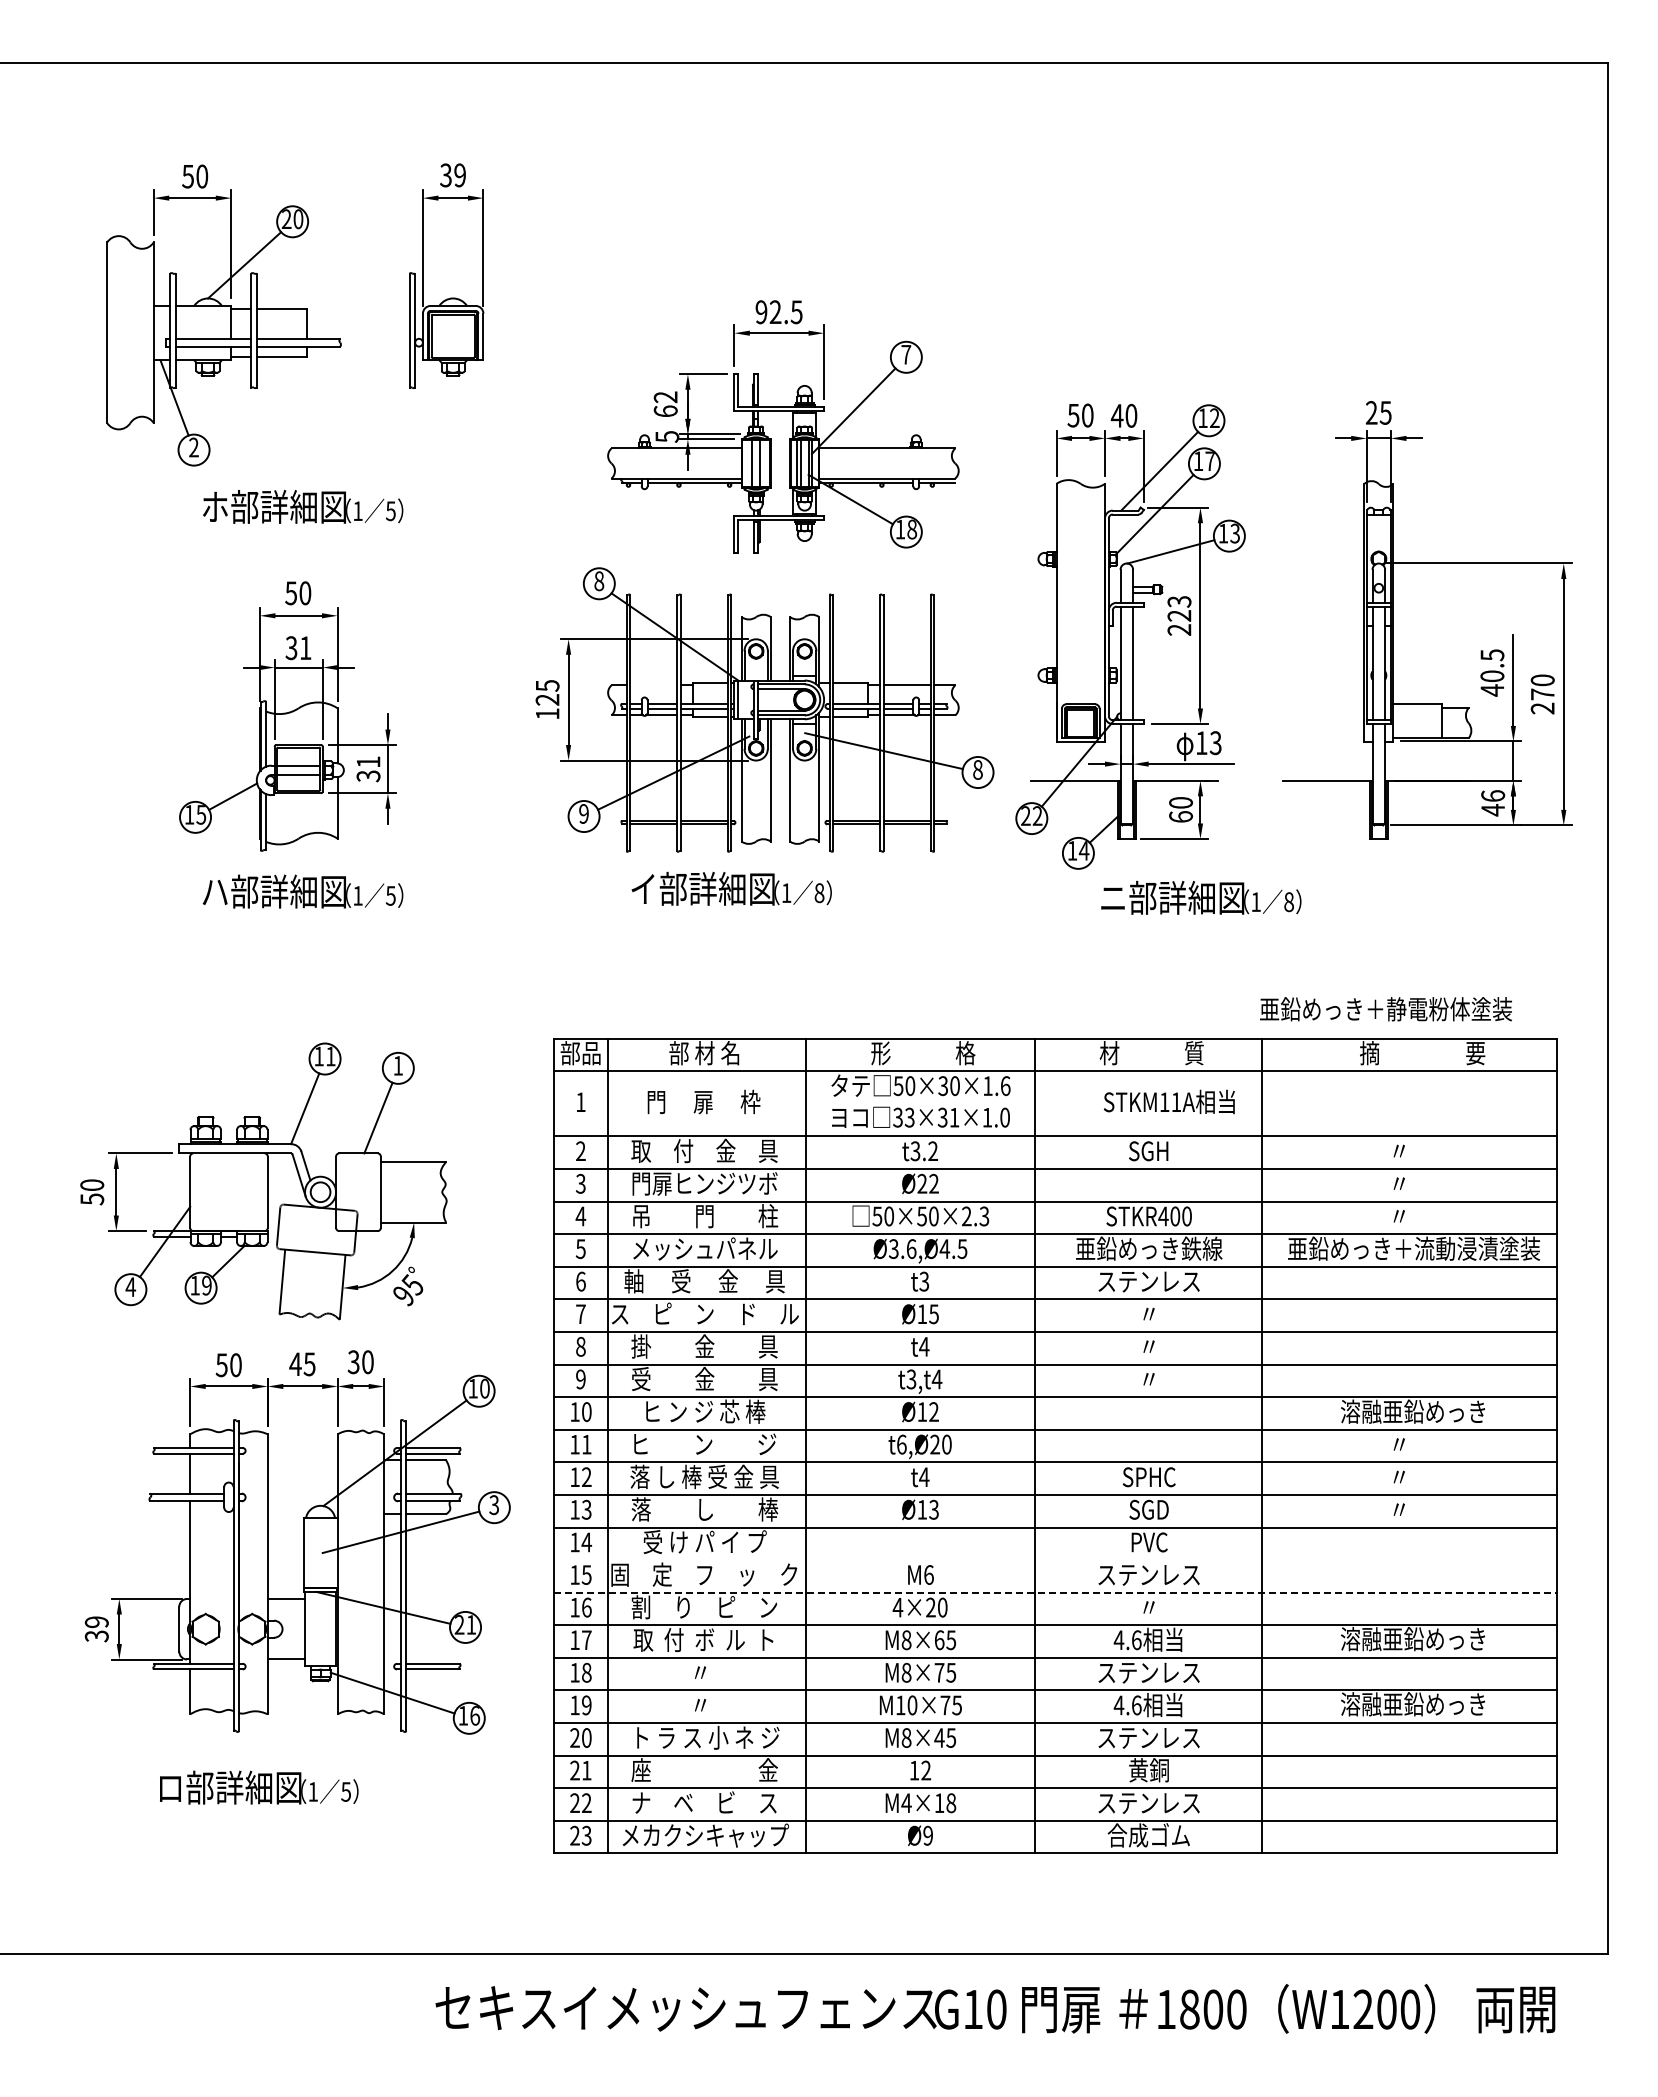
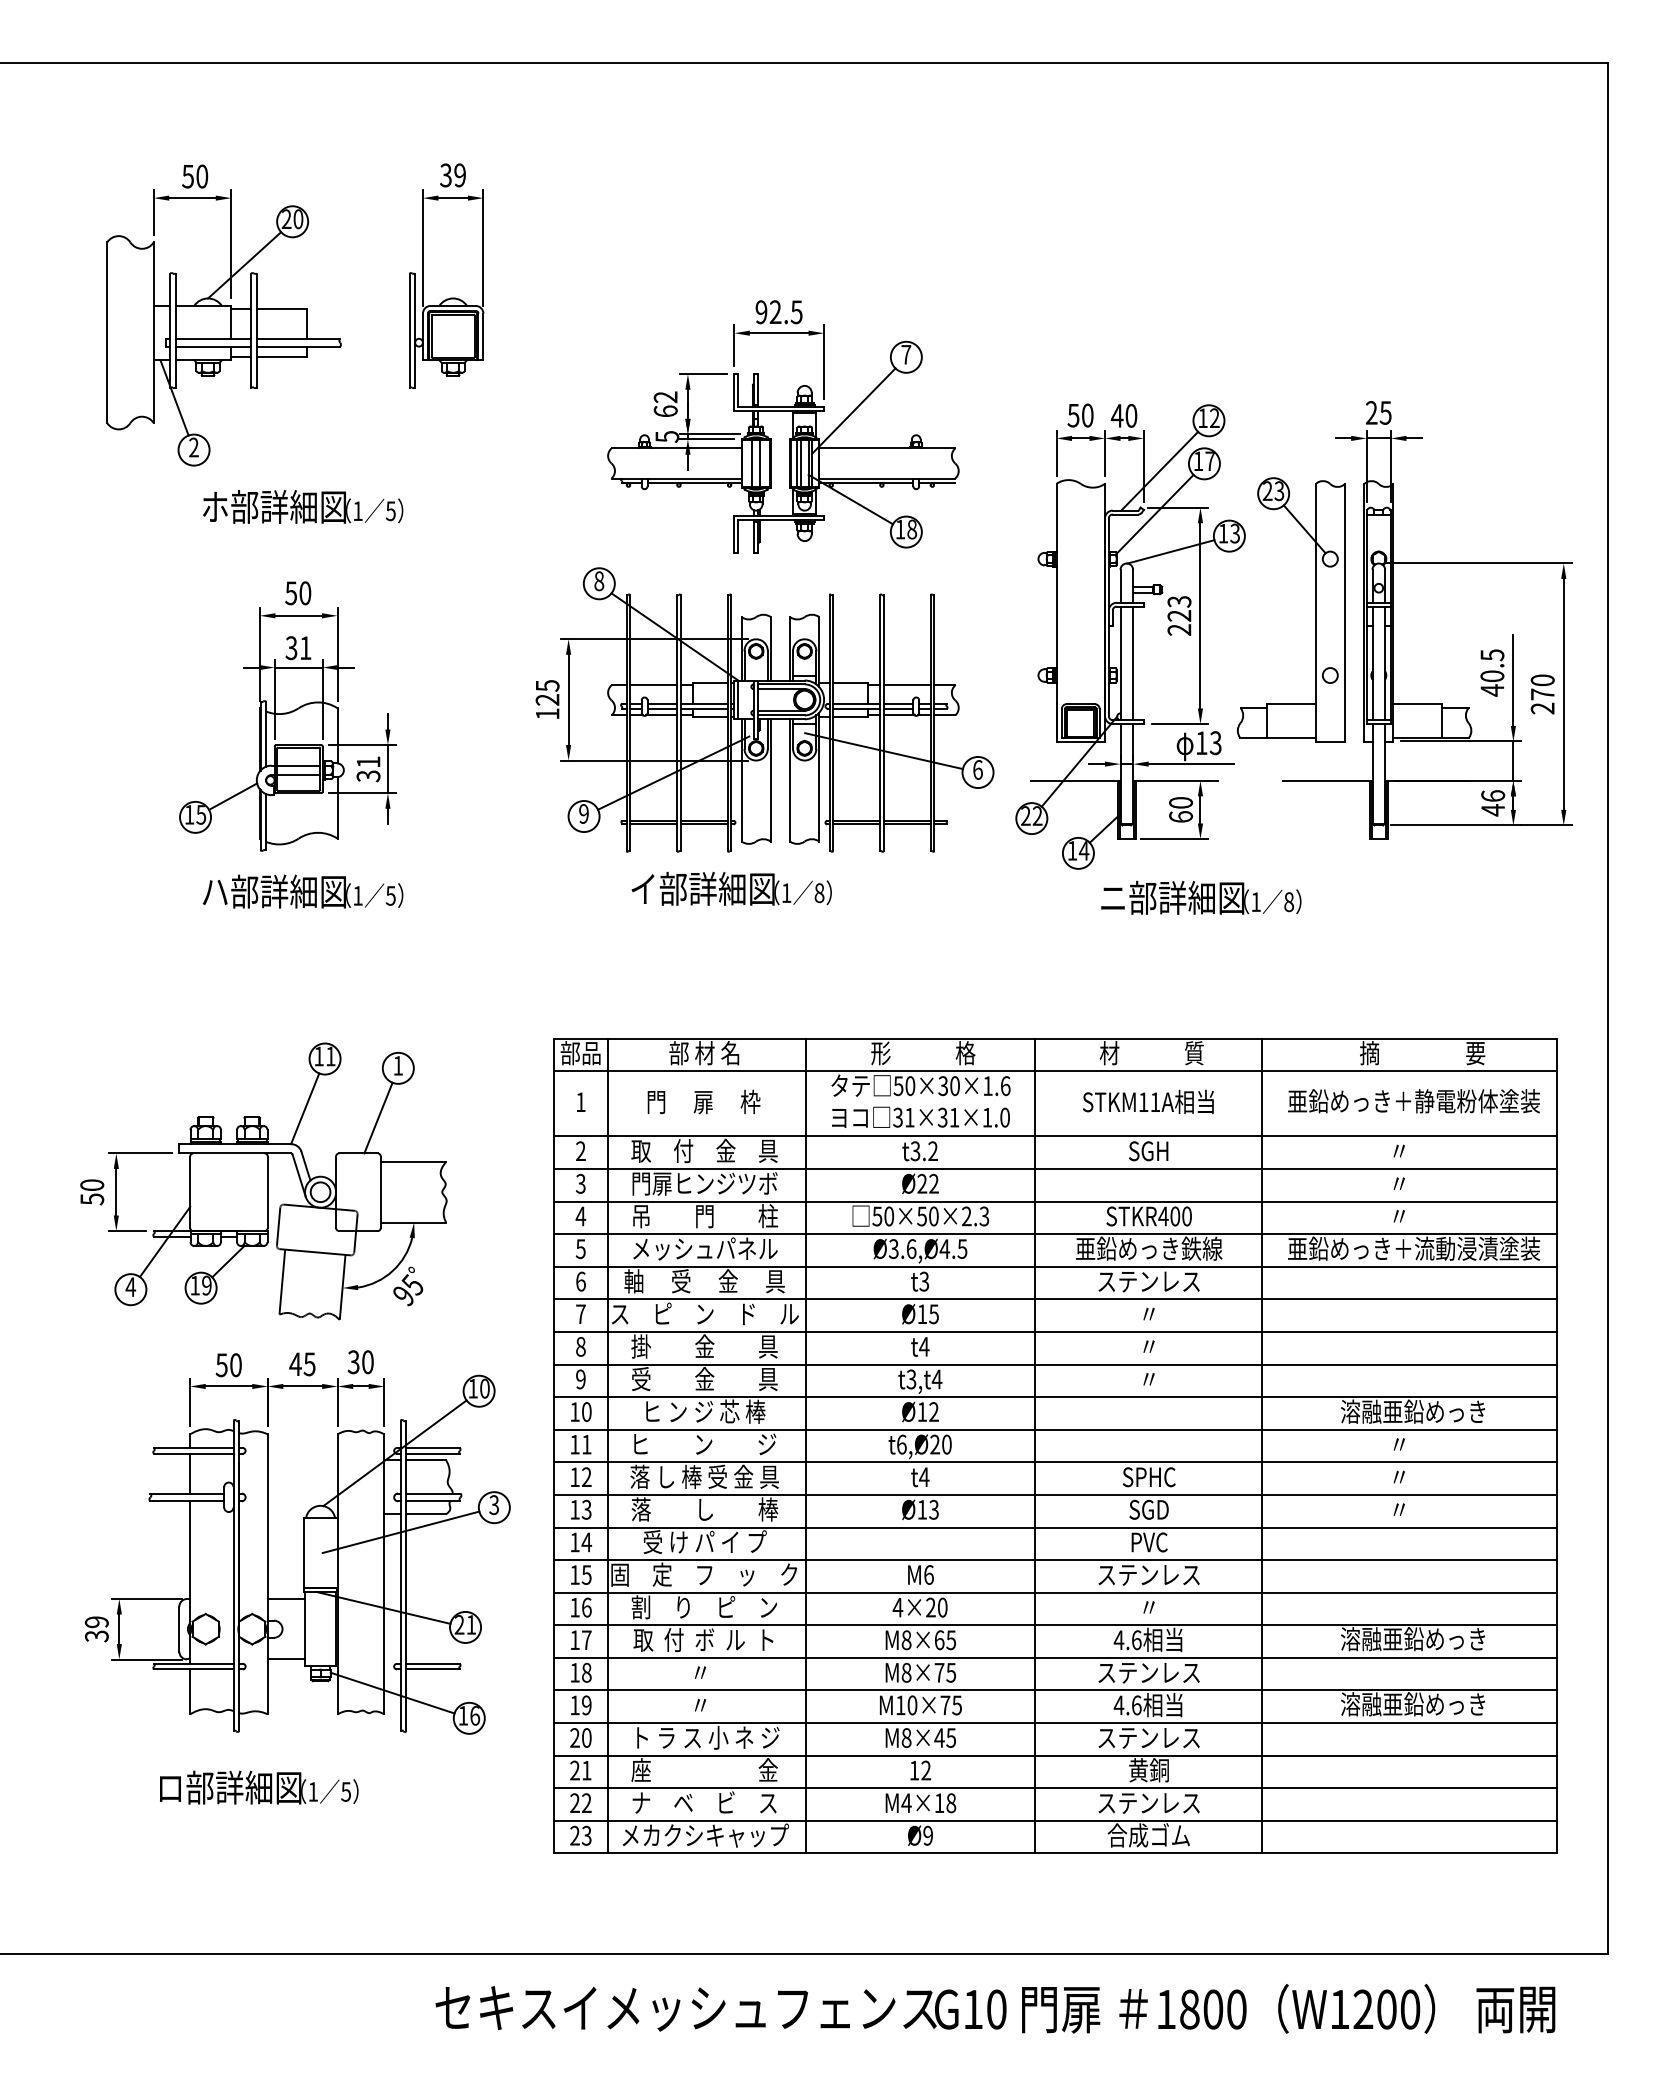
part at (1315, 609): none -> present
line at (653, 685): none -> present
text at (977, 769): 8 -> 6
text at (1385, 1009) position: (1385, 1009) -> (1413, 1101)
text at (1169, 1101) position: (1169, 1101) -> (1148, 1101)
text at (909, 1117): 33×31×1.0 -> 31×31×1.0
line at (1054, 1560): none -> present
line at (1055, 1592): dashed -> solid
